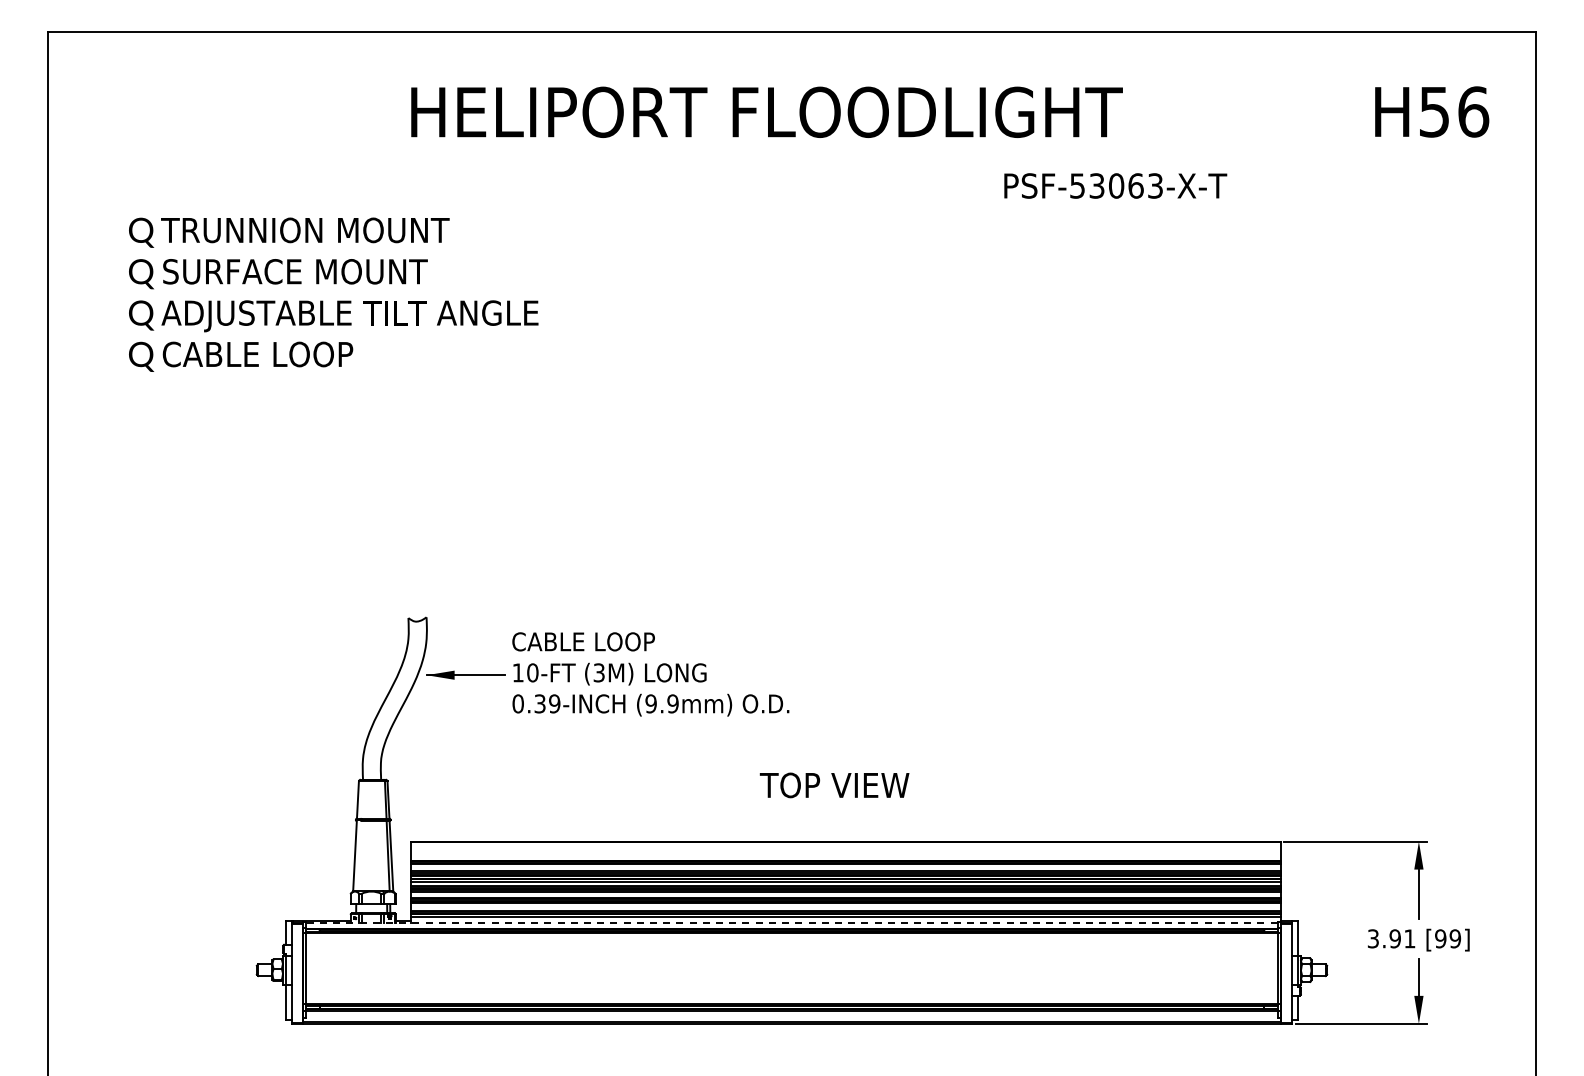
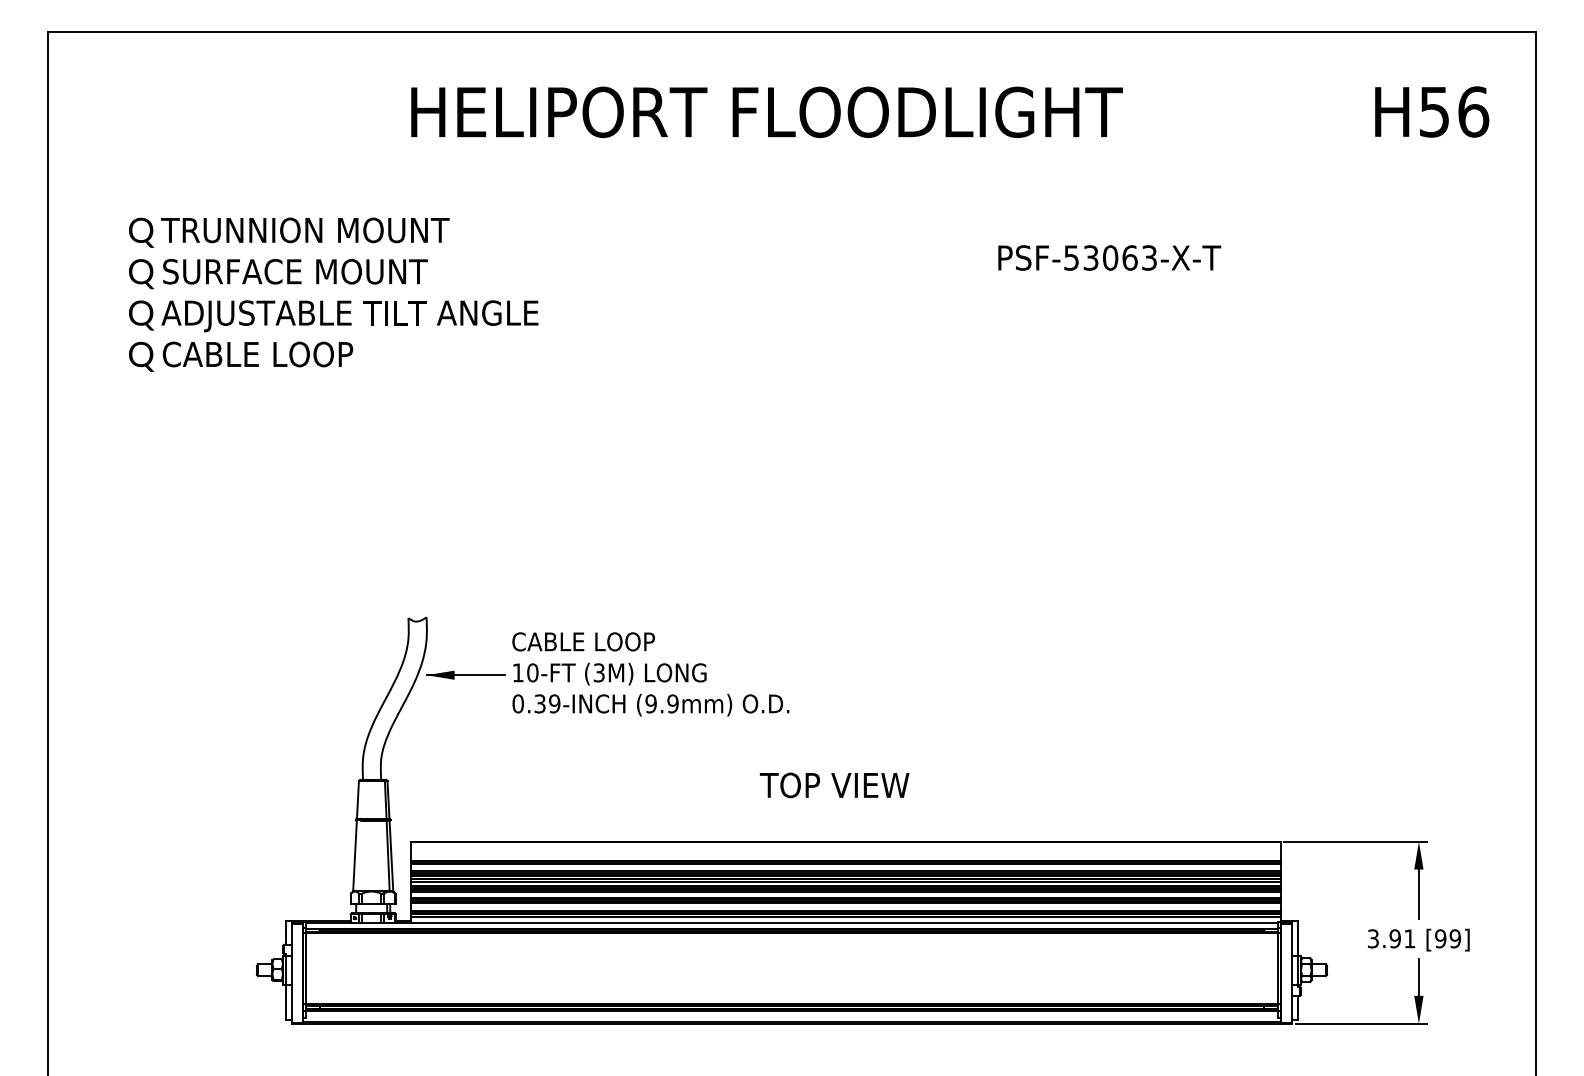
text at (1115, 185) position: (1115, 185) -> (1109, 257)
line at (792, 922): dashed -> solid
